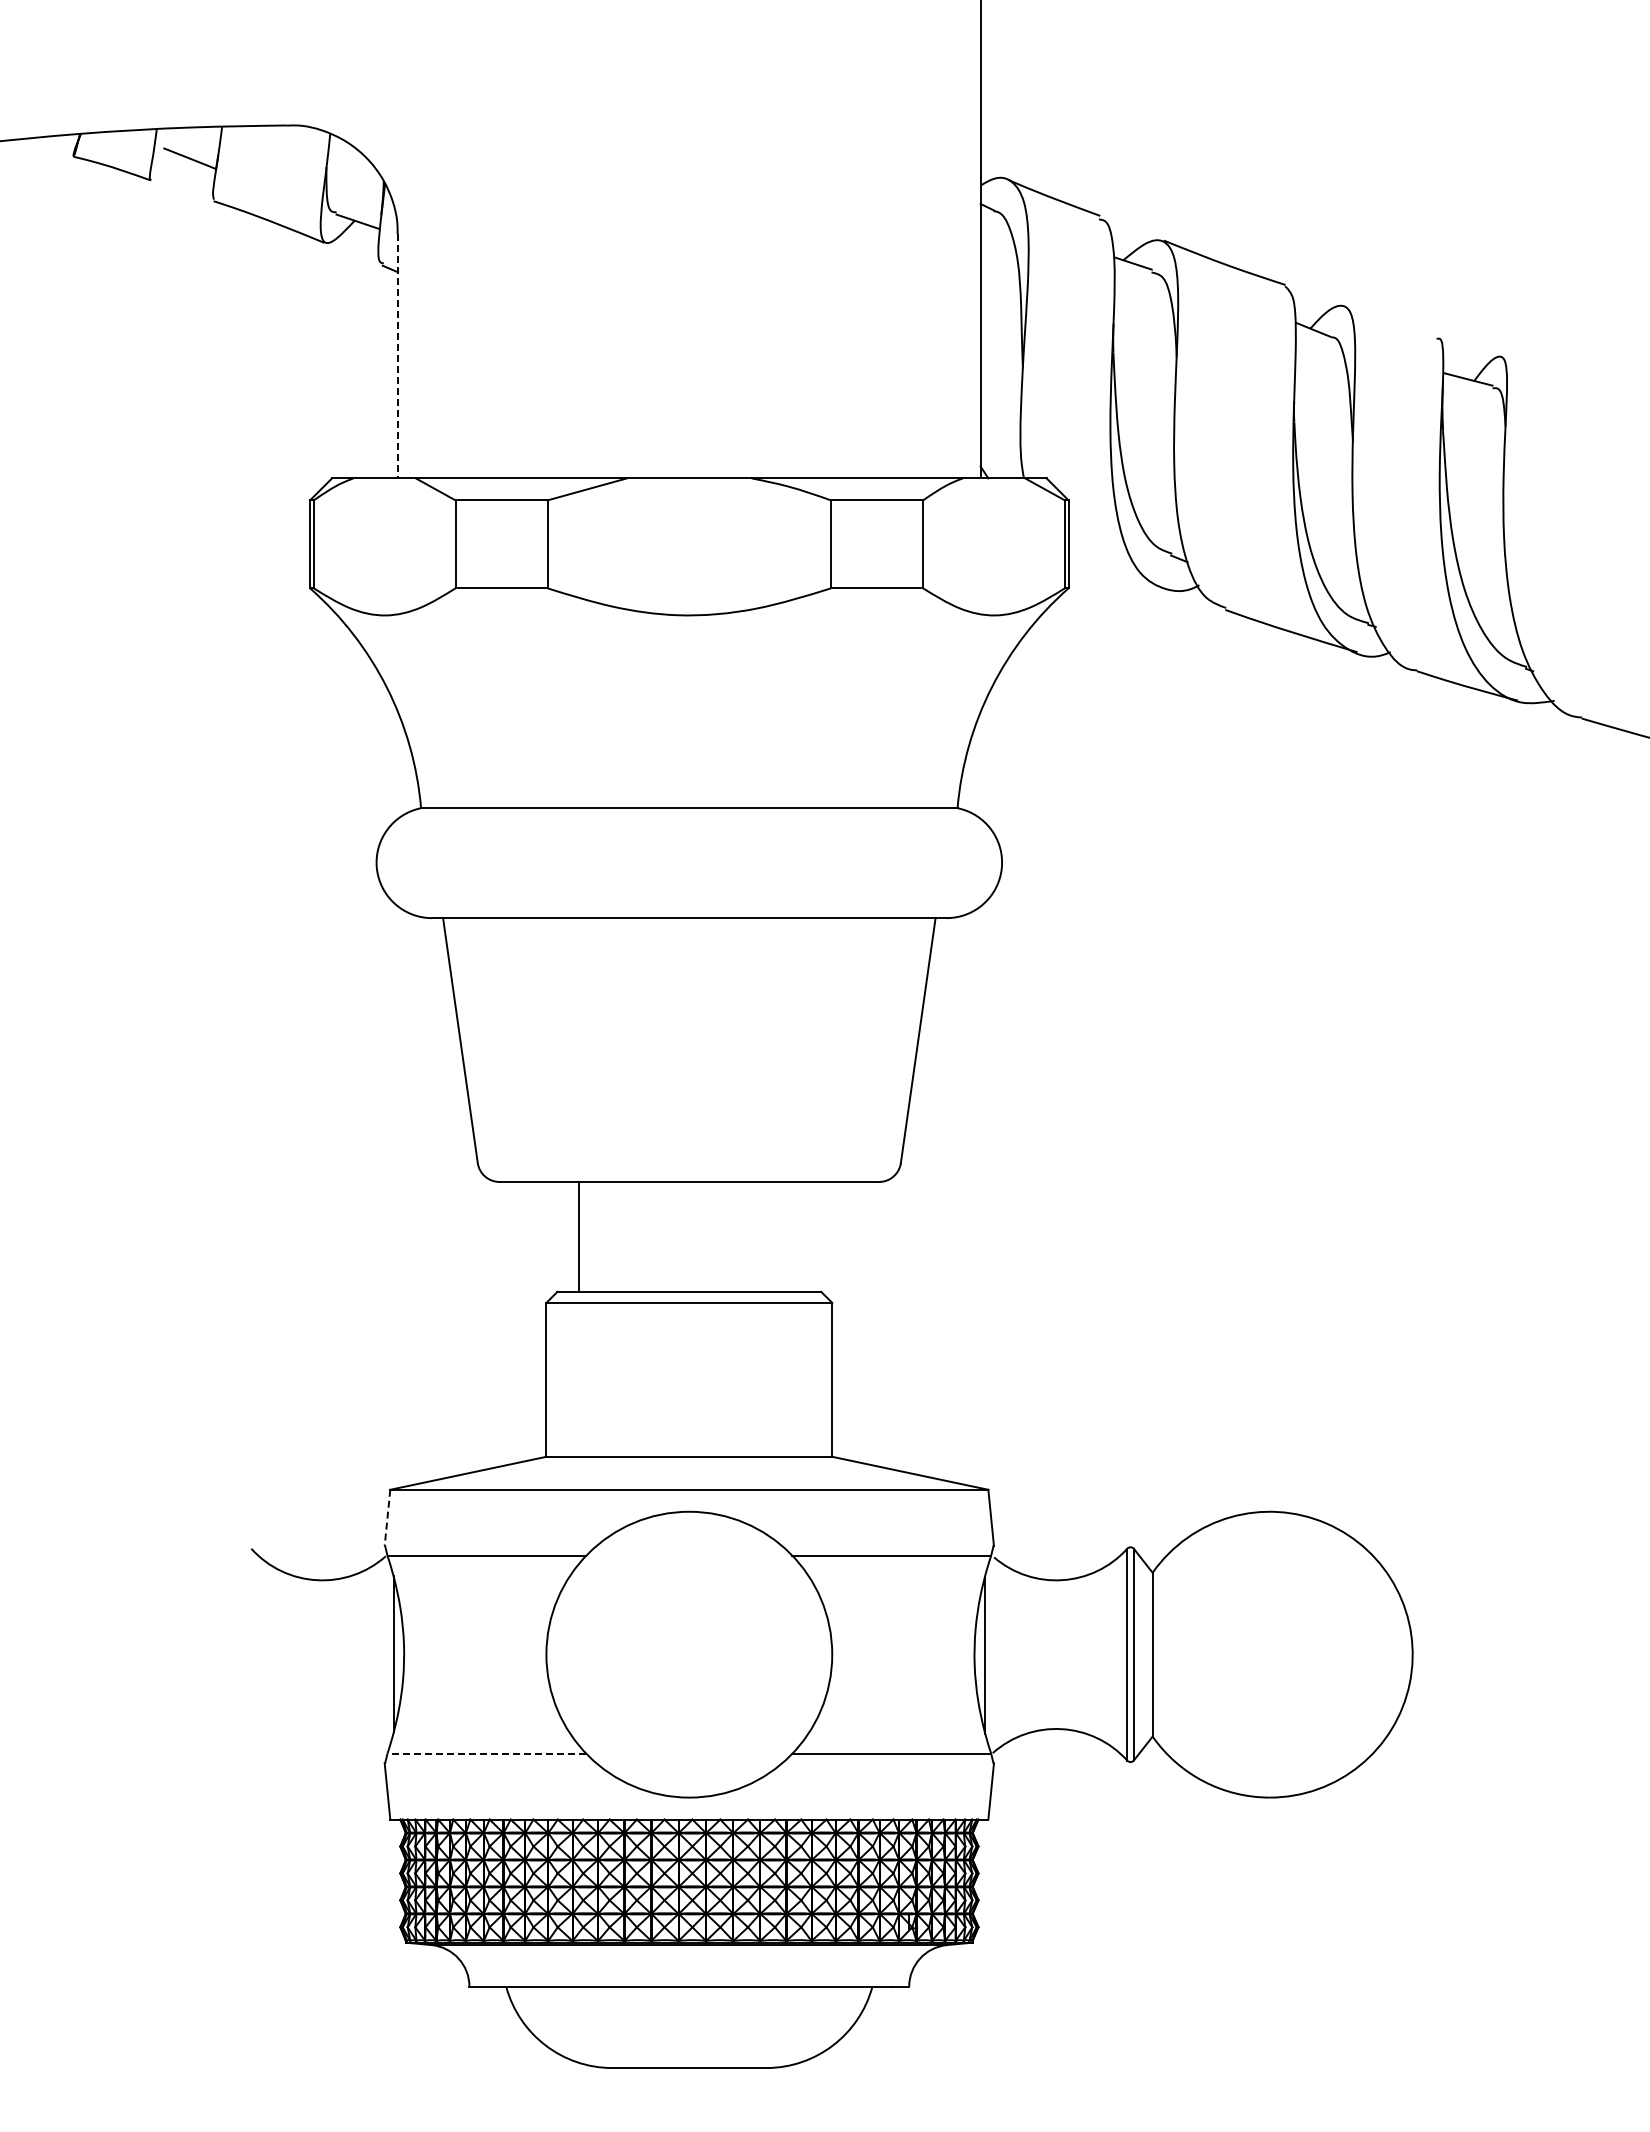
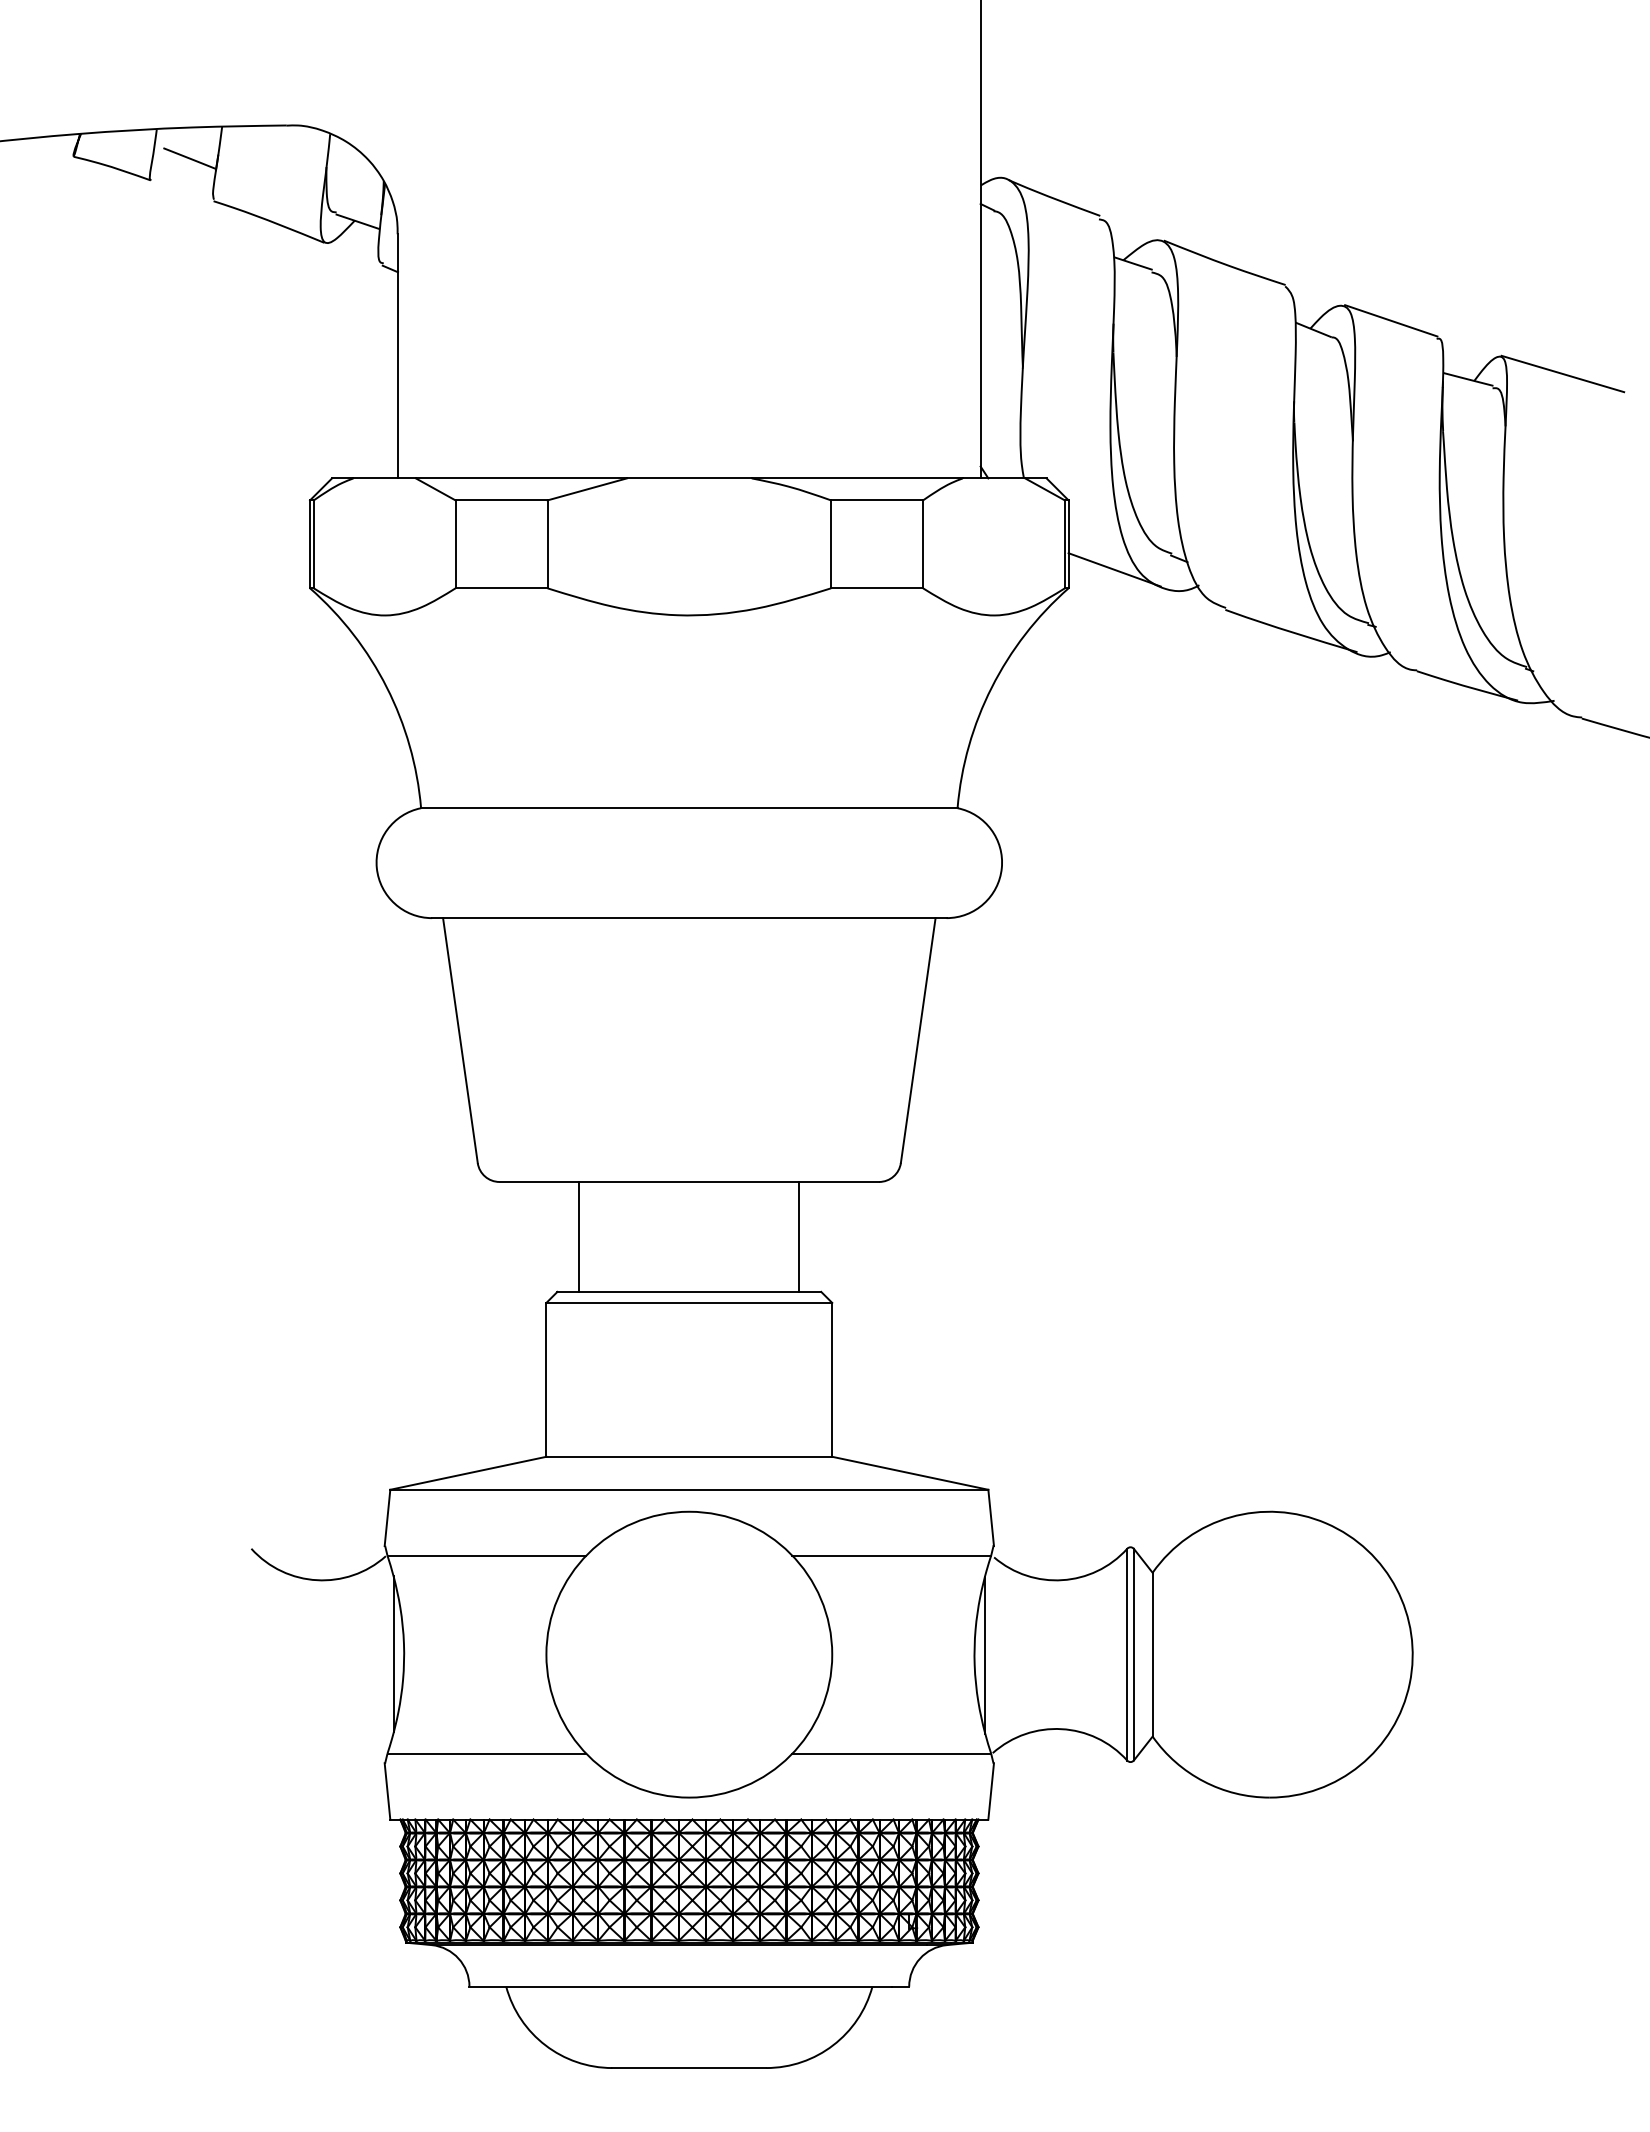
line at (1391, 320): none -> present
line at (398, 356): dashed -> solid
line at (1562, 373): none -> present
line at (1114, 569): none -> present
line at (799, 1236): none -> present
line at (387, 1518): dashed -> solid
line at (486, 1753): dashed -> solid
